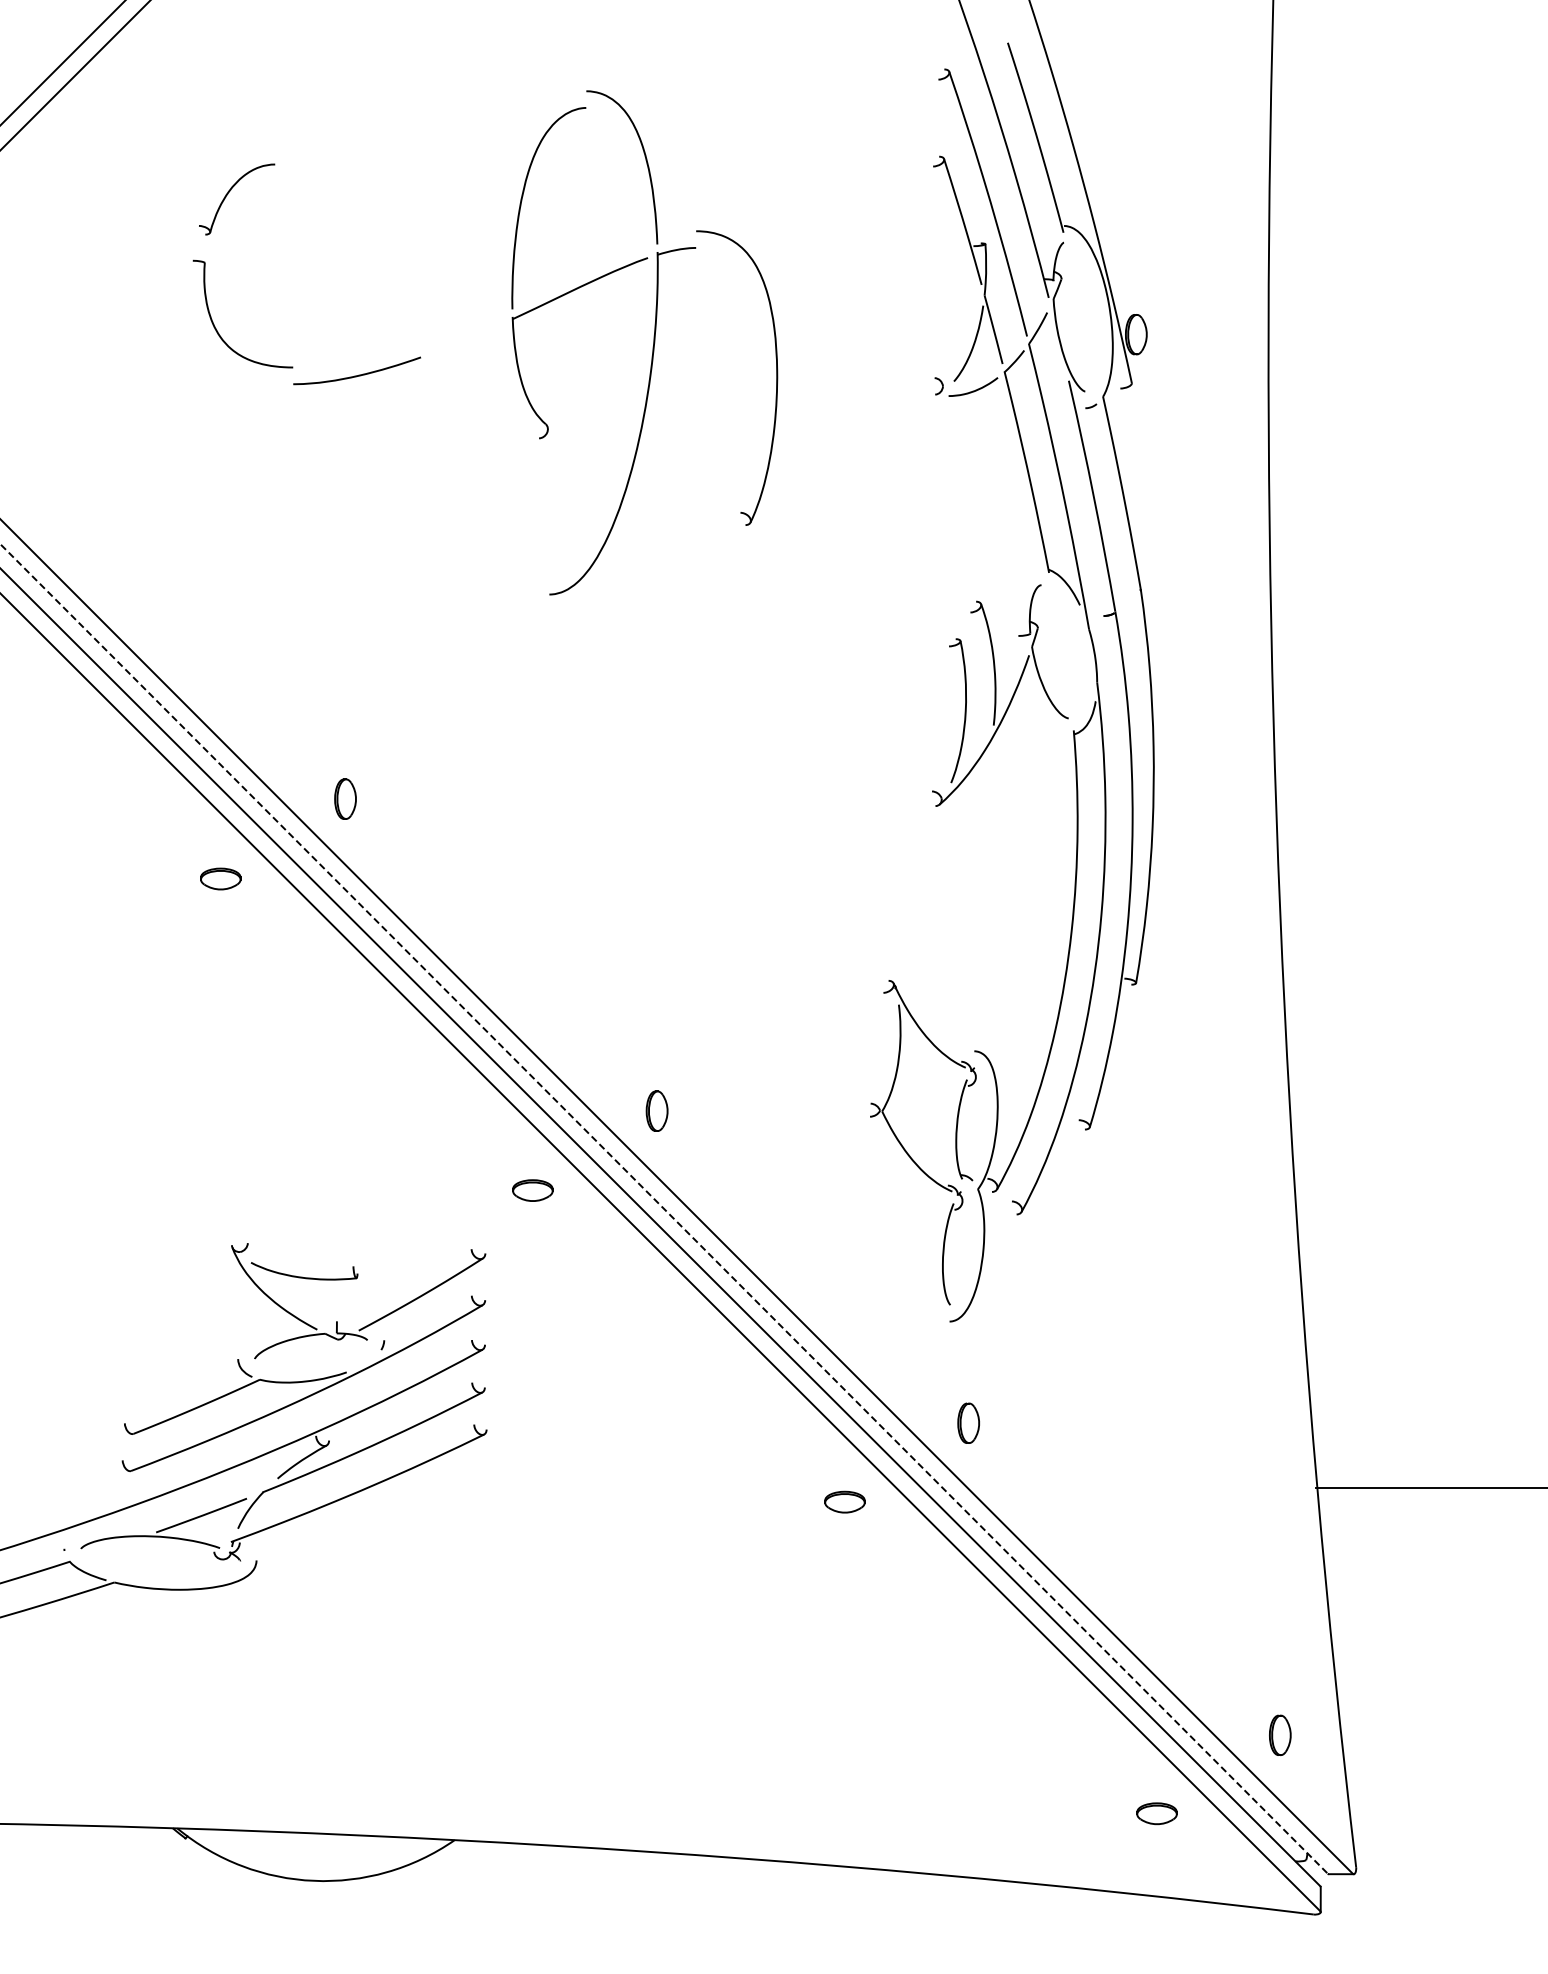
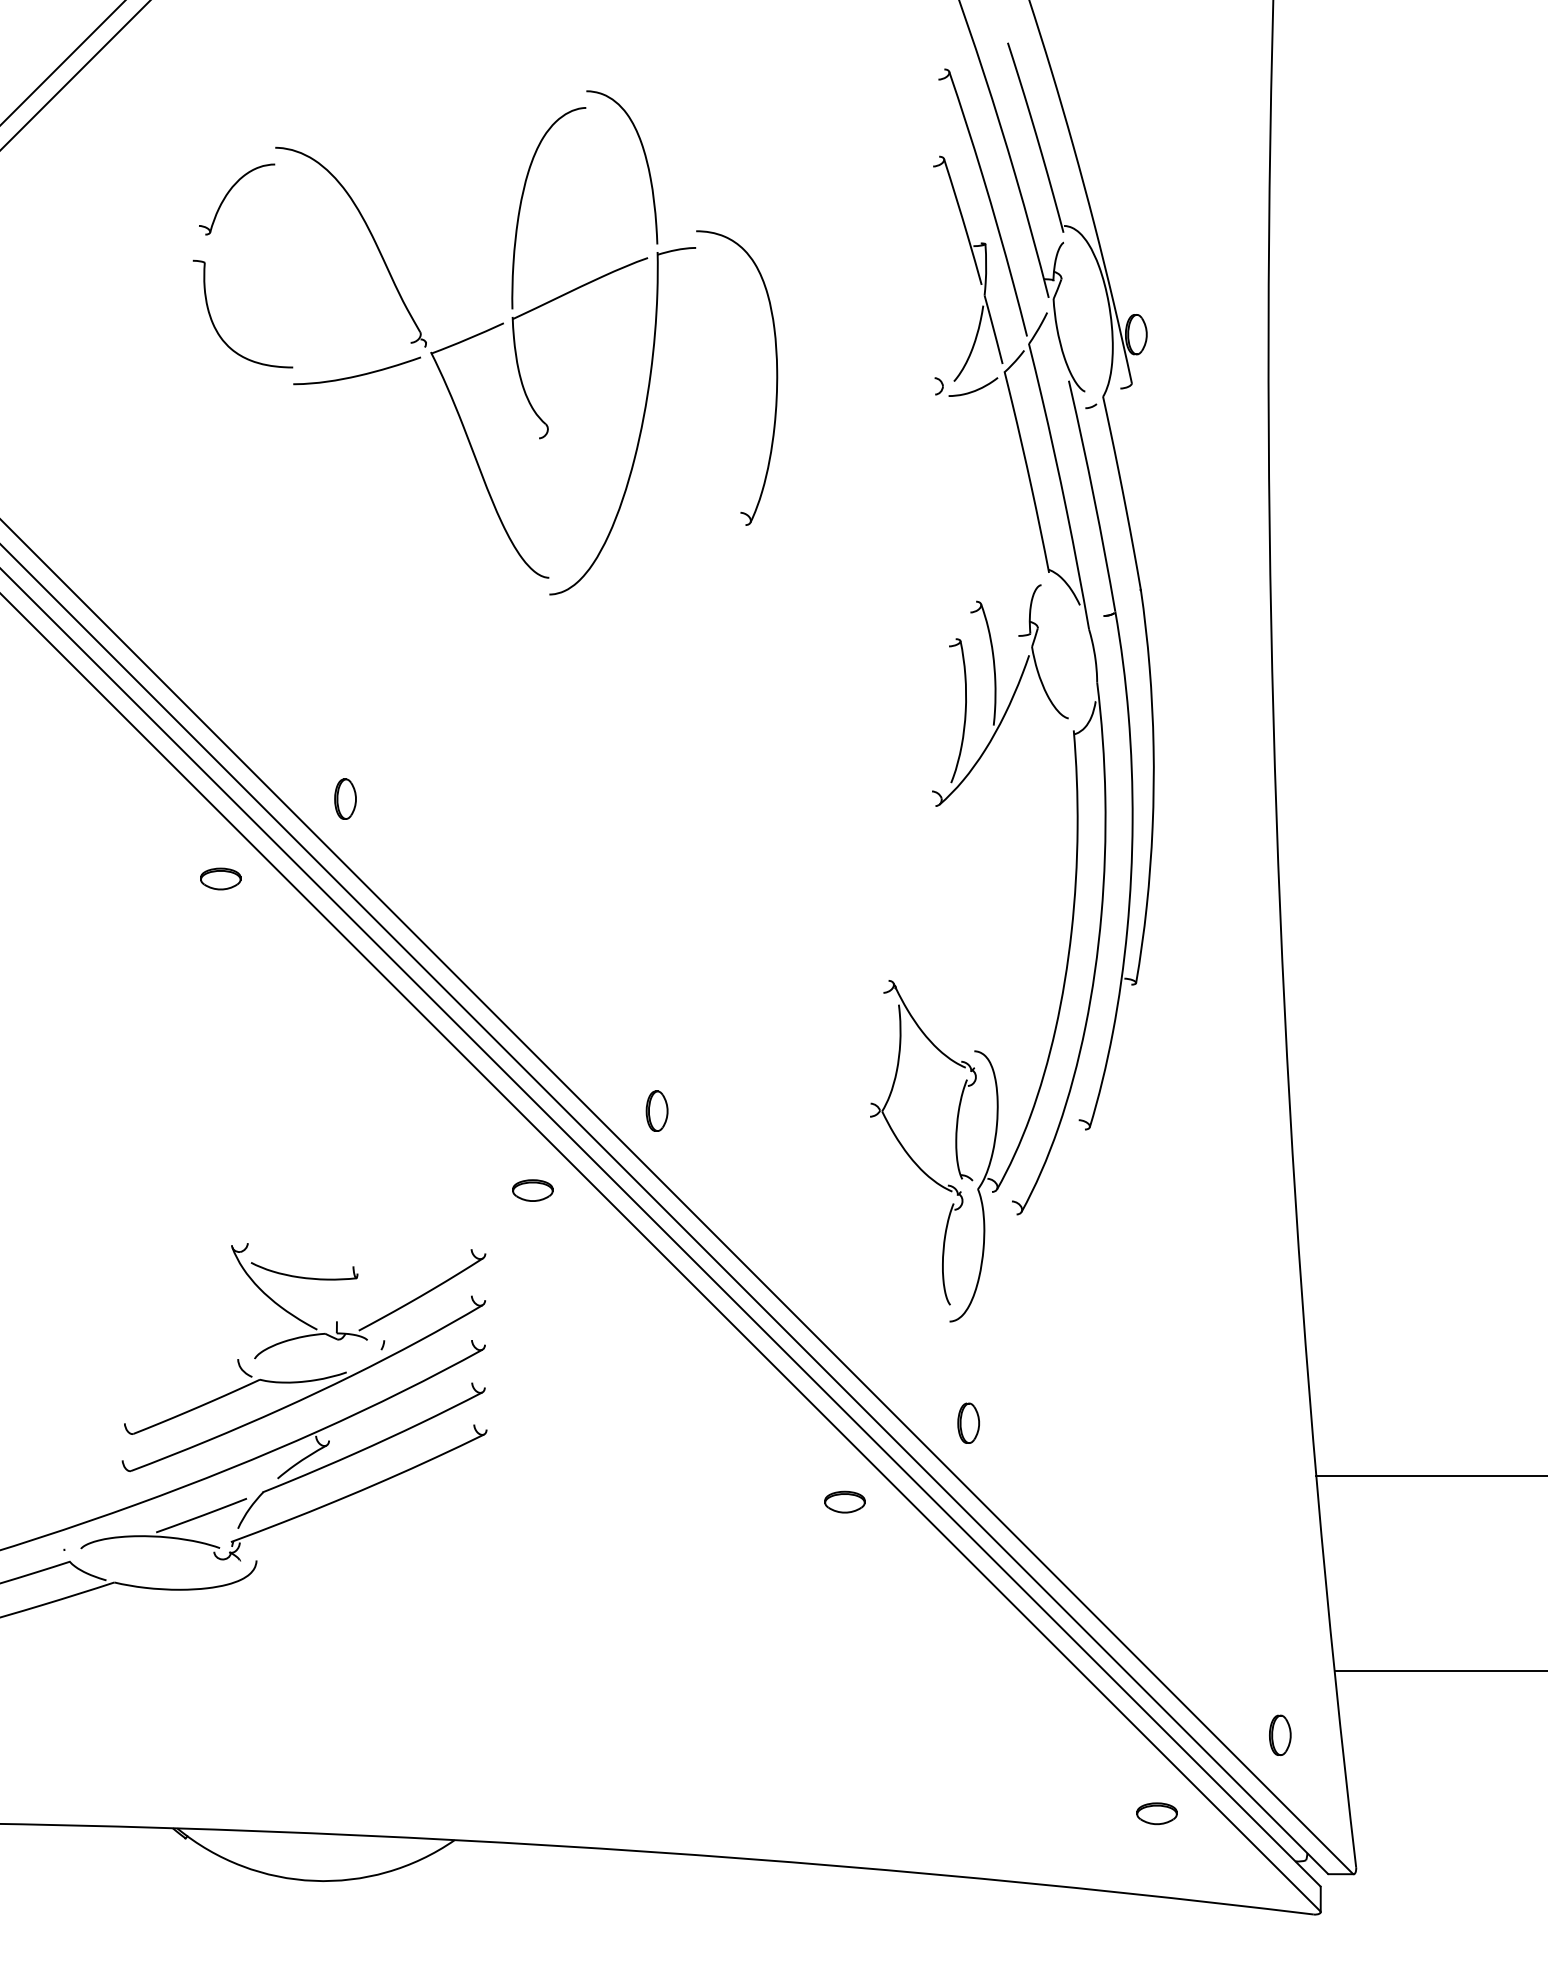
part at (412, 343): none -> present
line at (664, 1209): dashed -> solid
line at (1430, 1487) position: (1430, 1487) -> (1430, 1475)
line at (1439, 1670): none -> present
